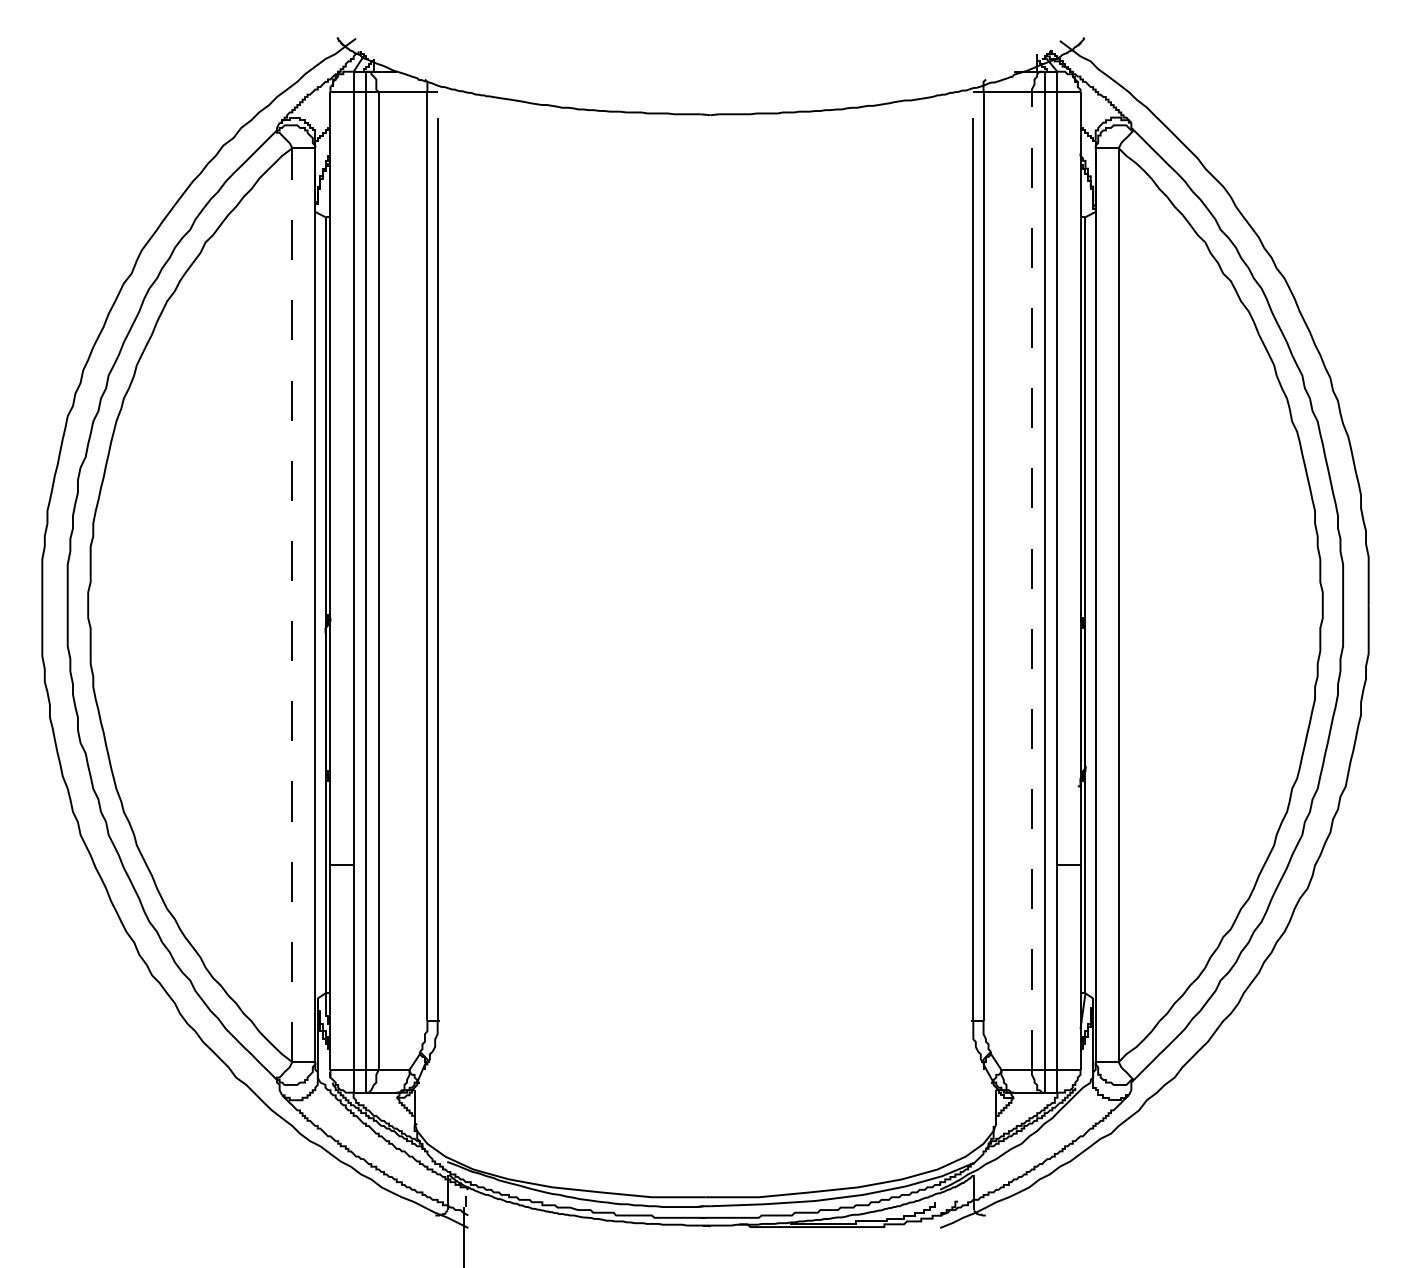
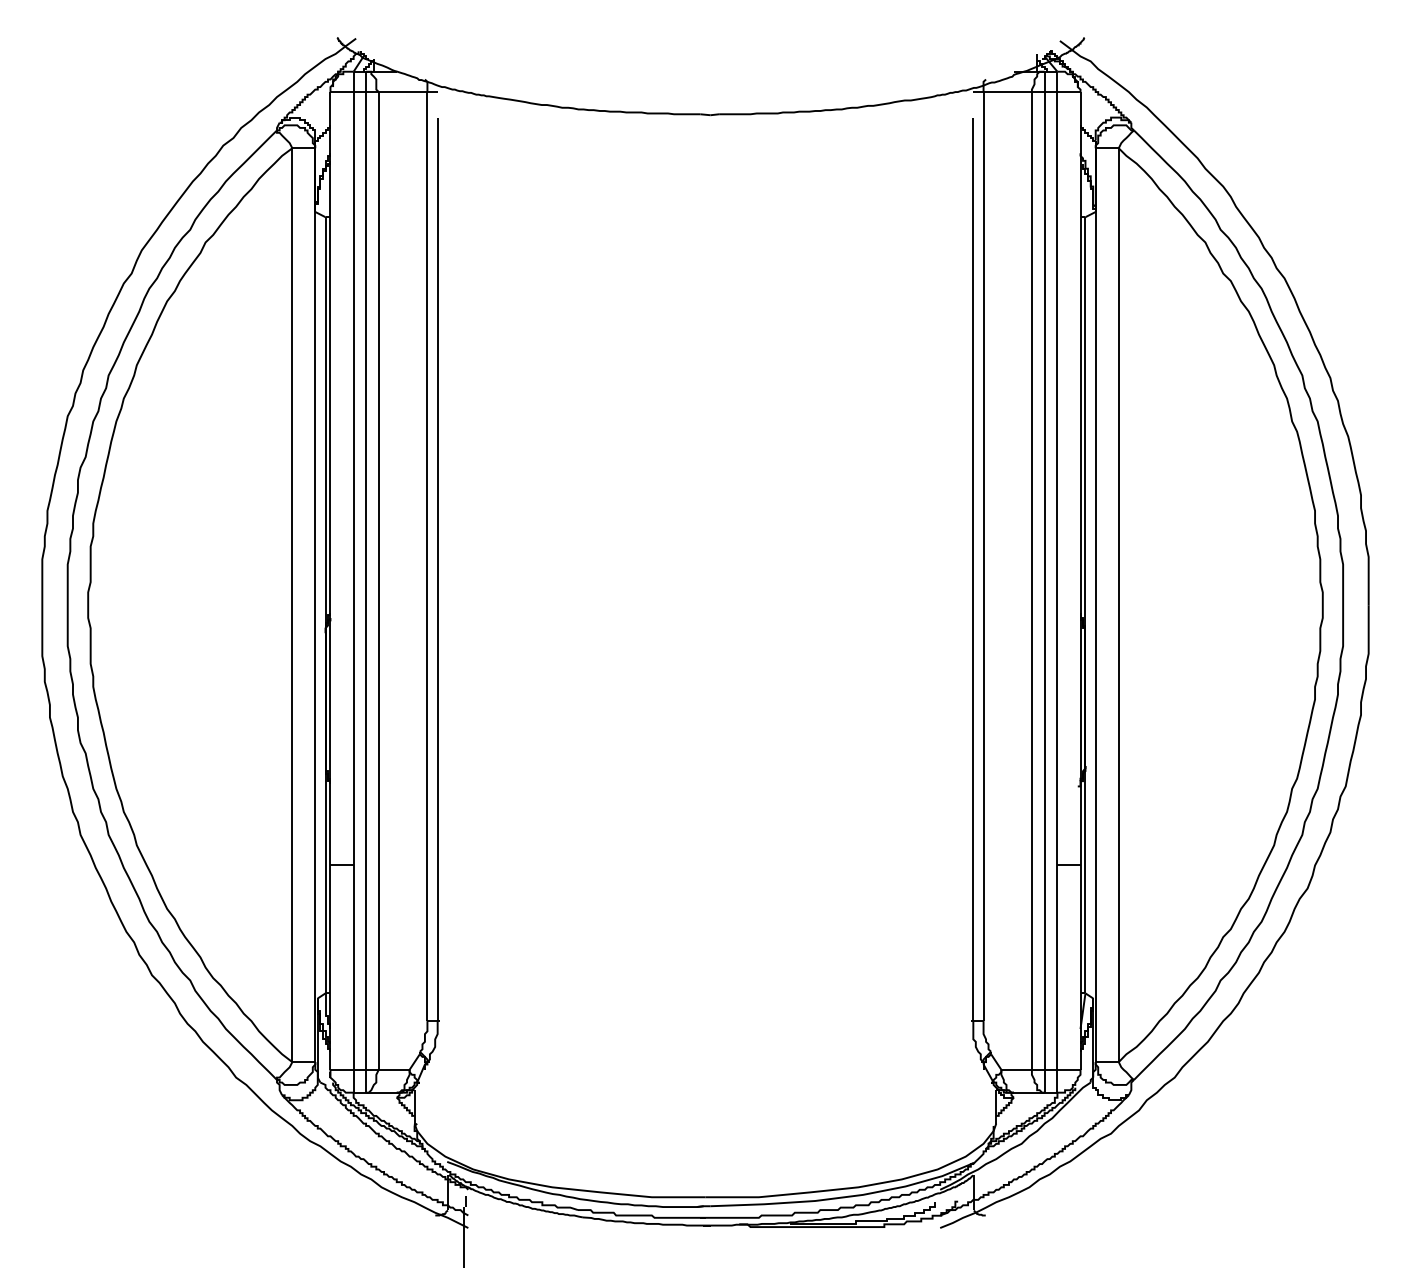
line at (1031, 580): dashed -> solid
line at (292, 605): dashed -> solid
